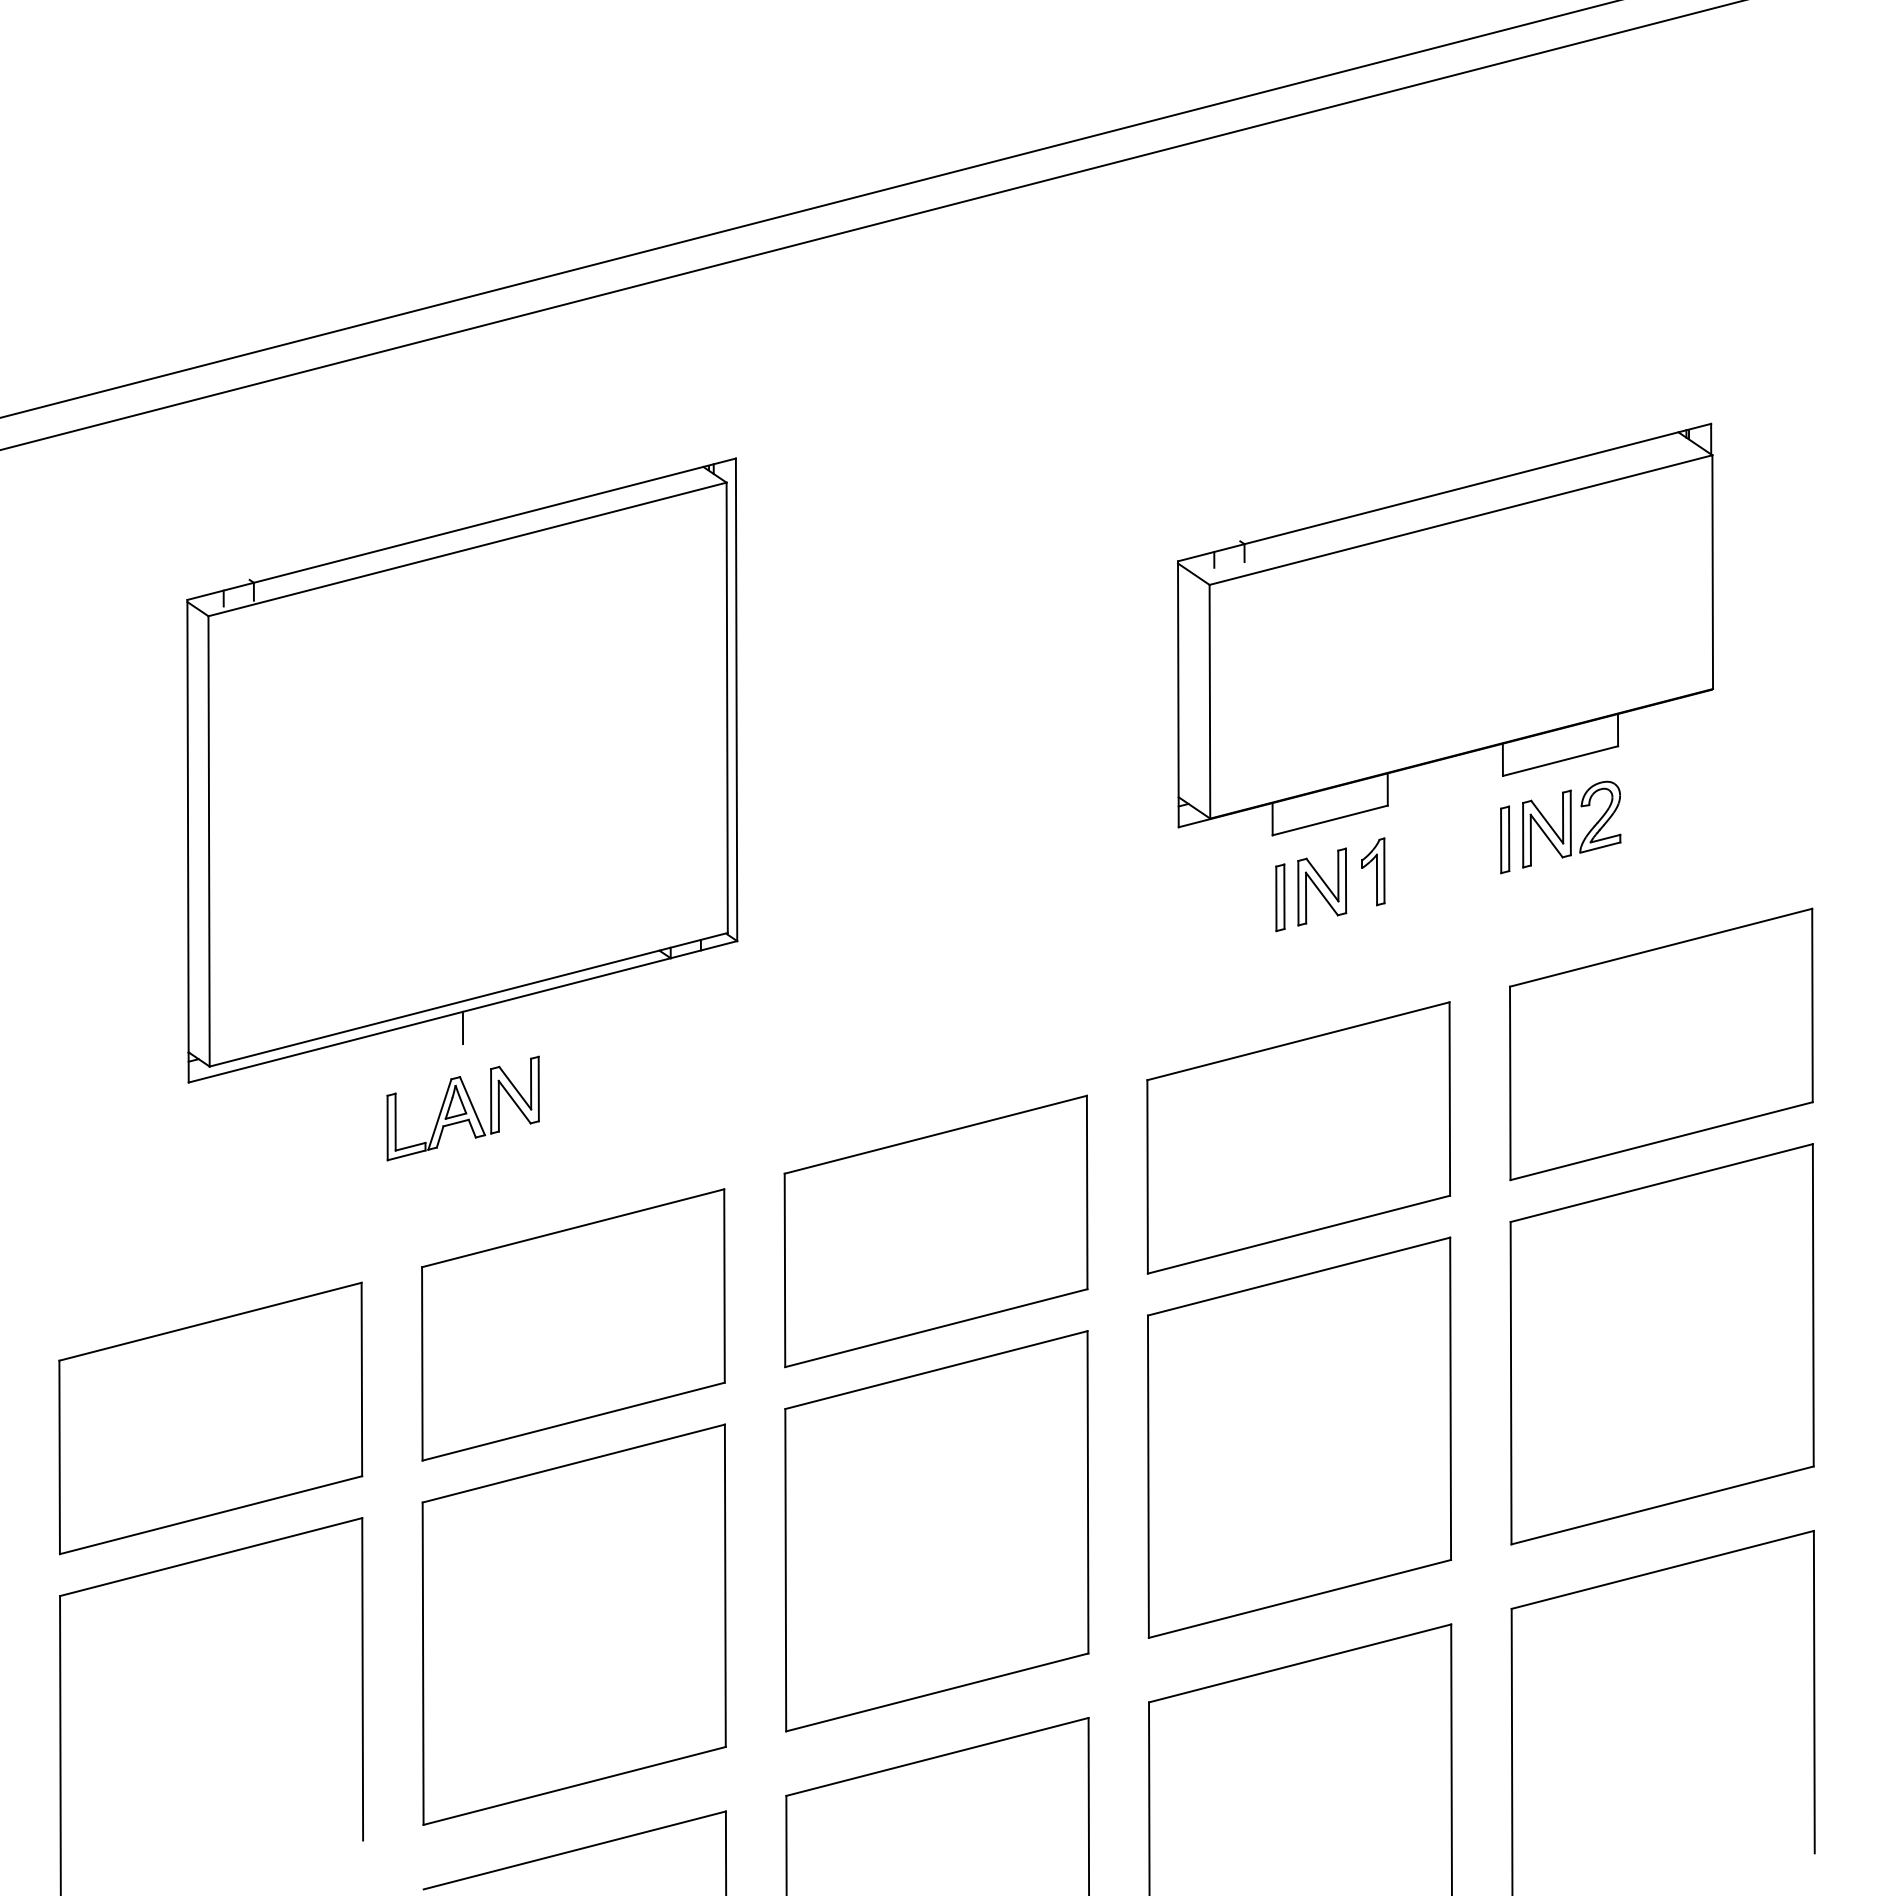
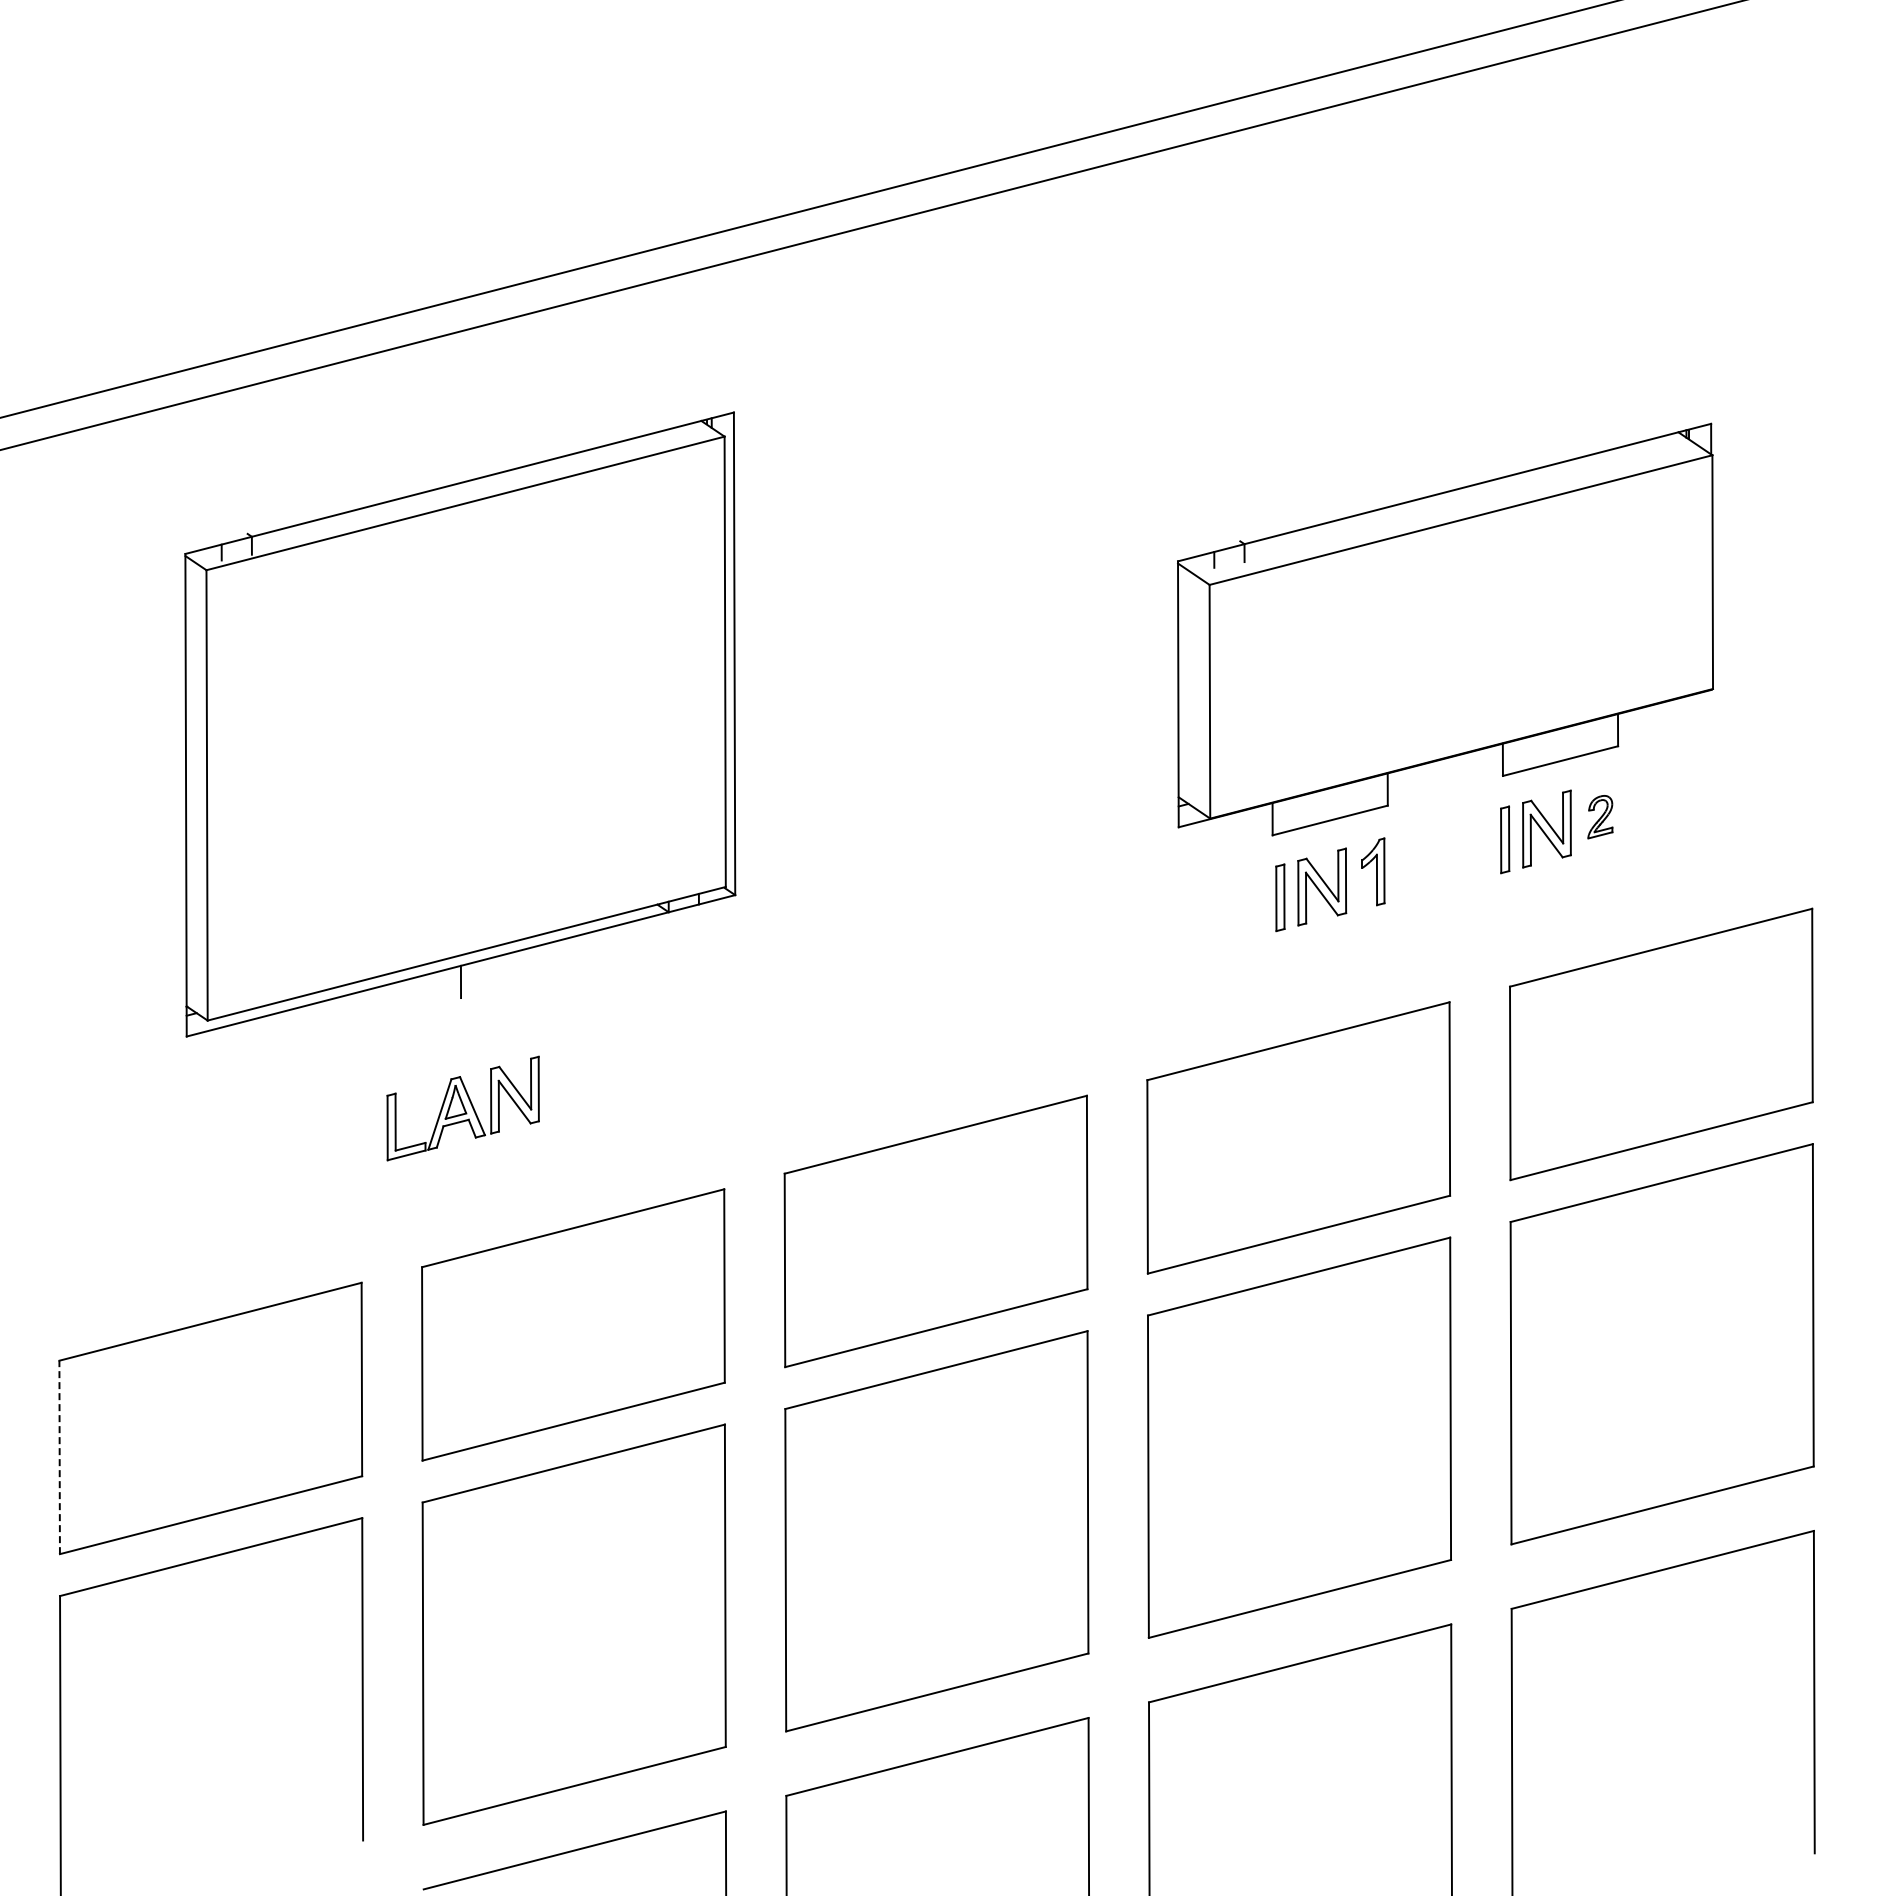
part at (462, 770) position: (462, 770) -> (460, 724)
part at (1600, 816) size: 43x74 px -> 27x45 px
line at (59, 1457): solid -> dashed
